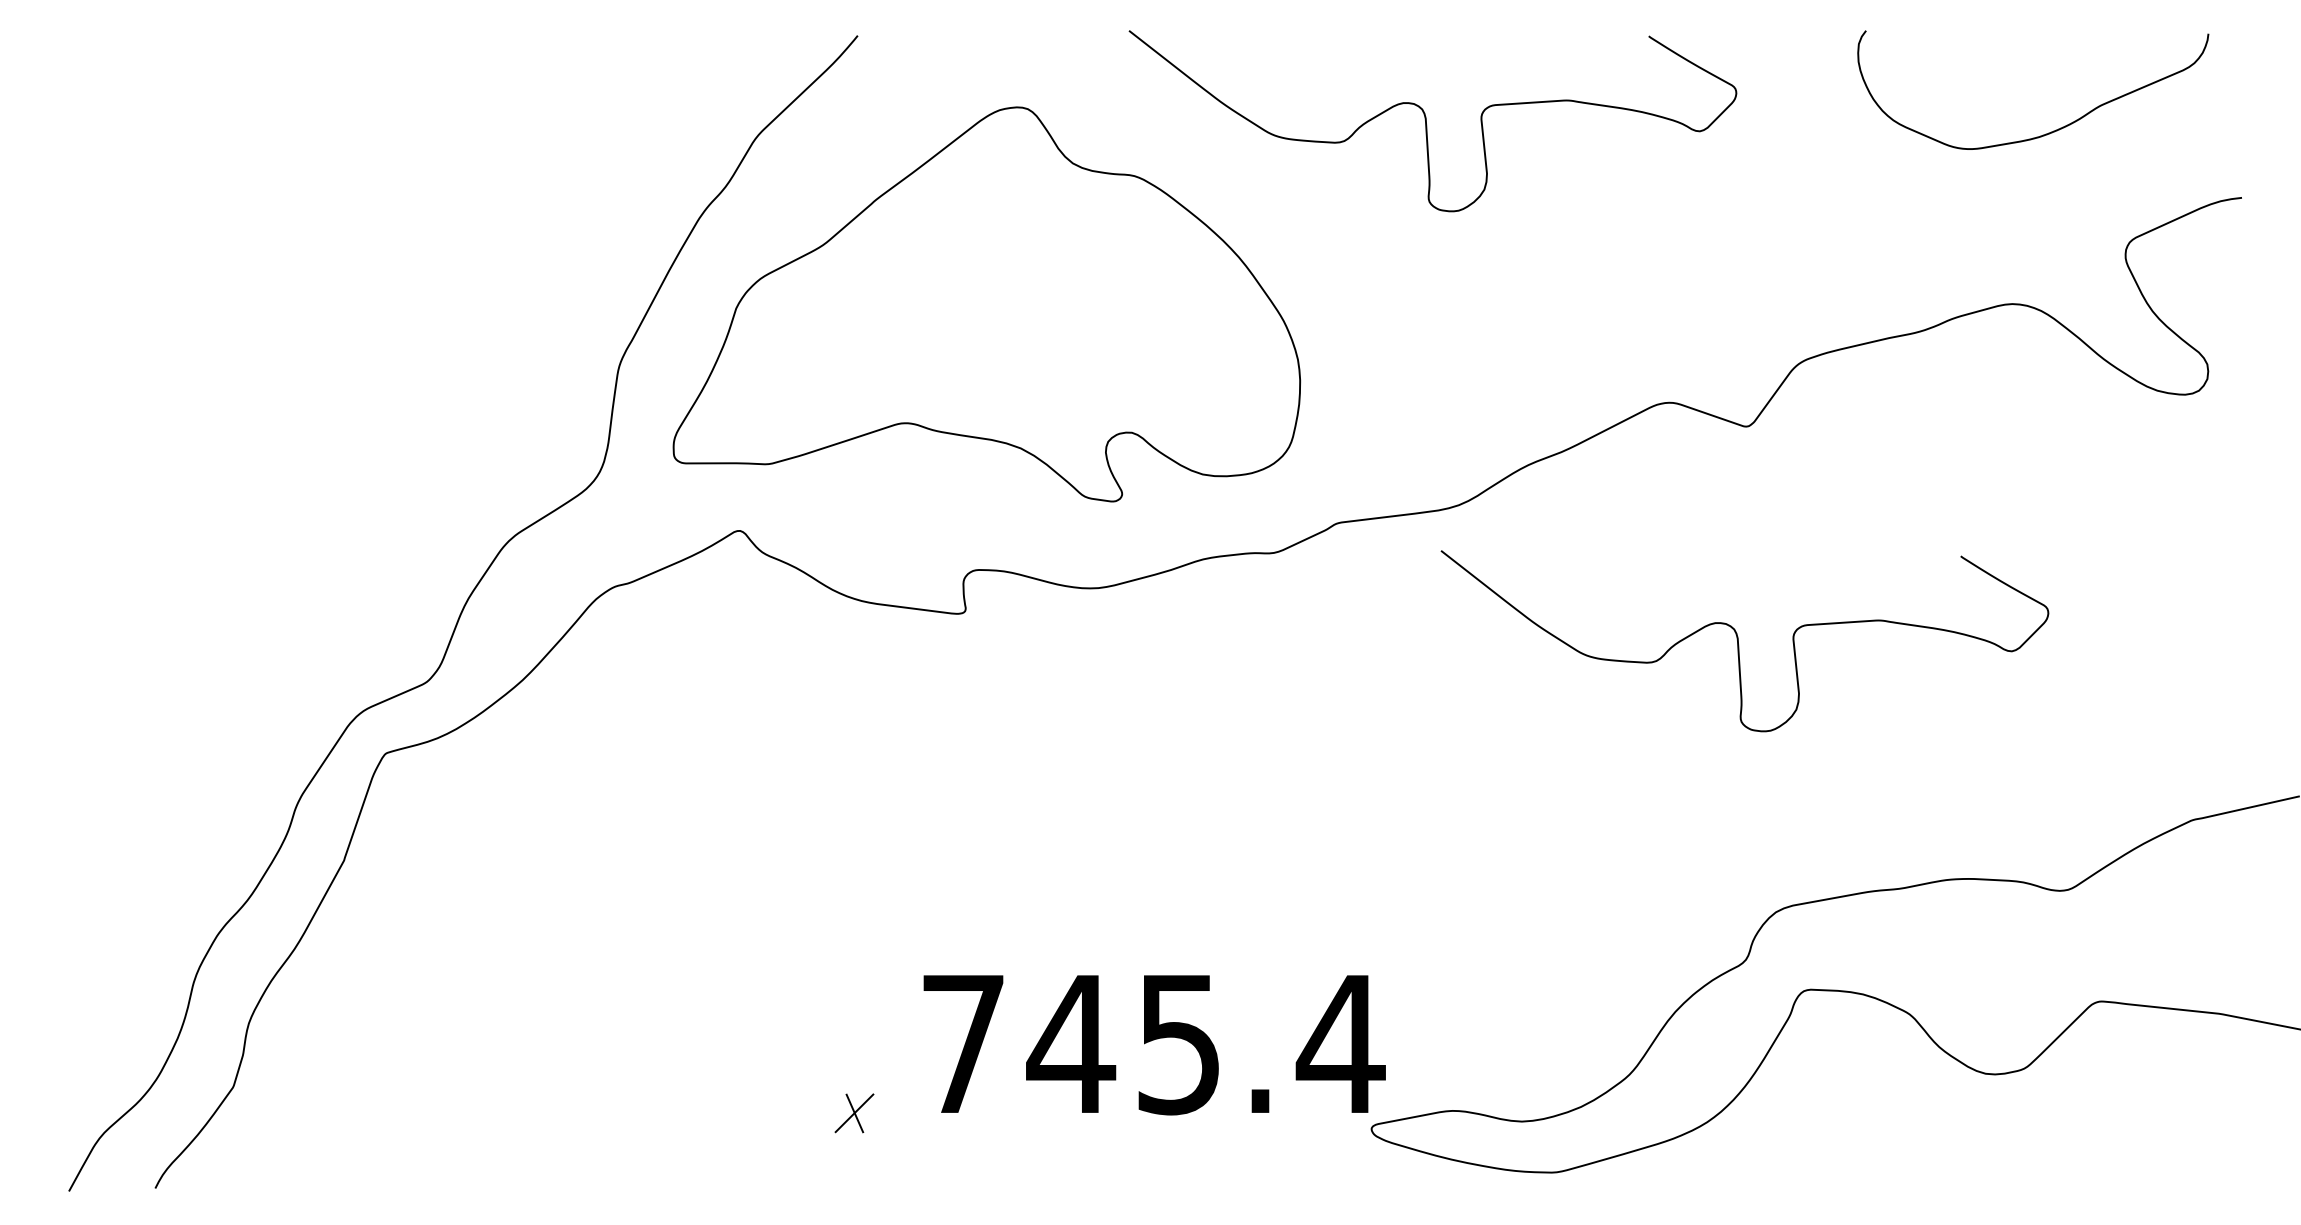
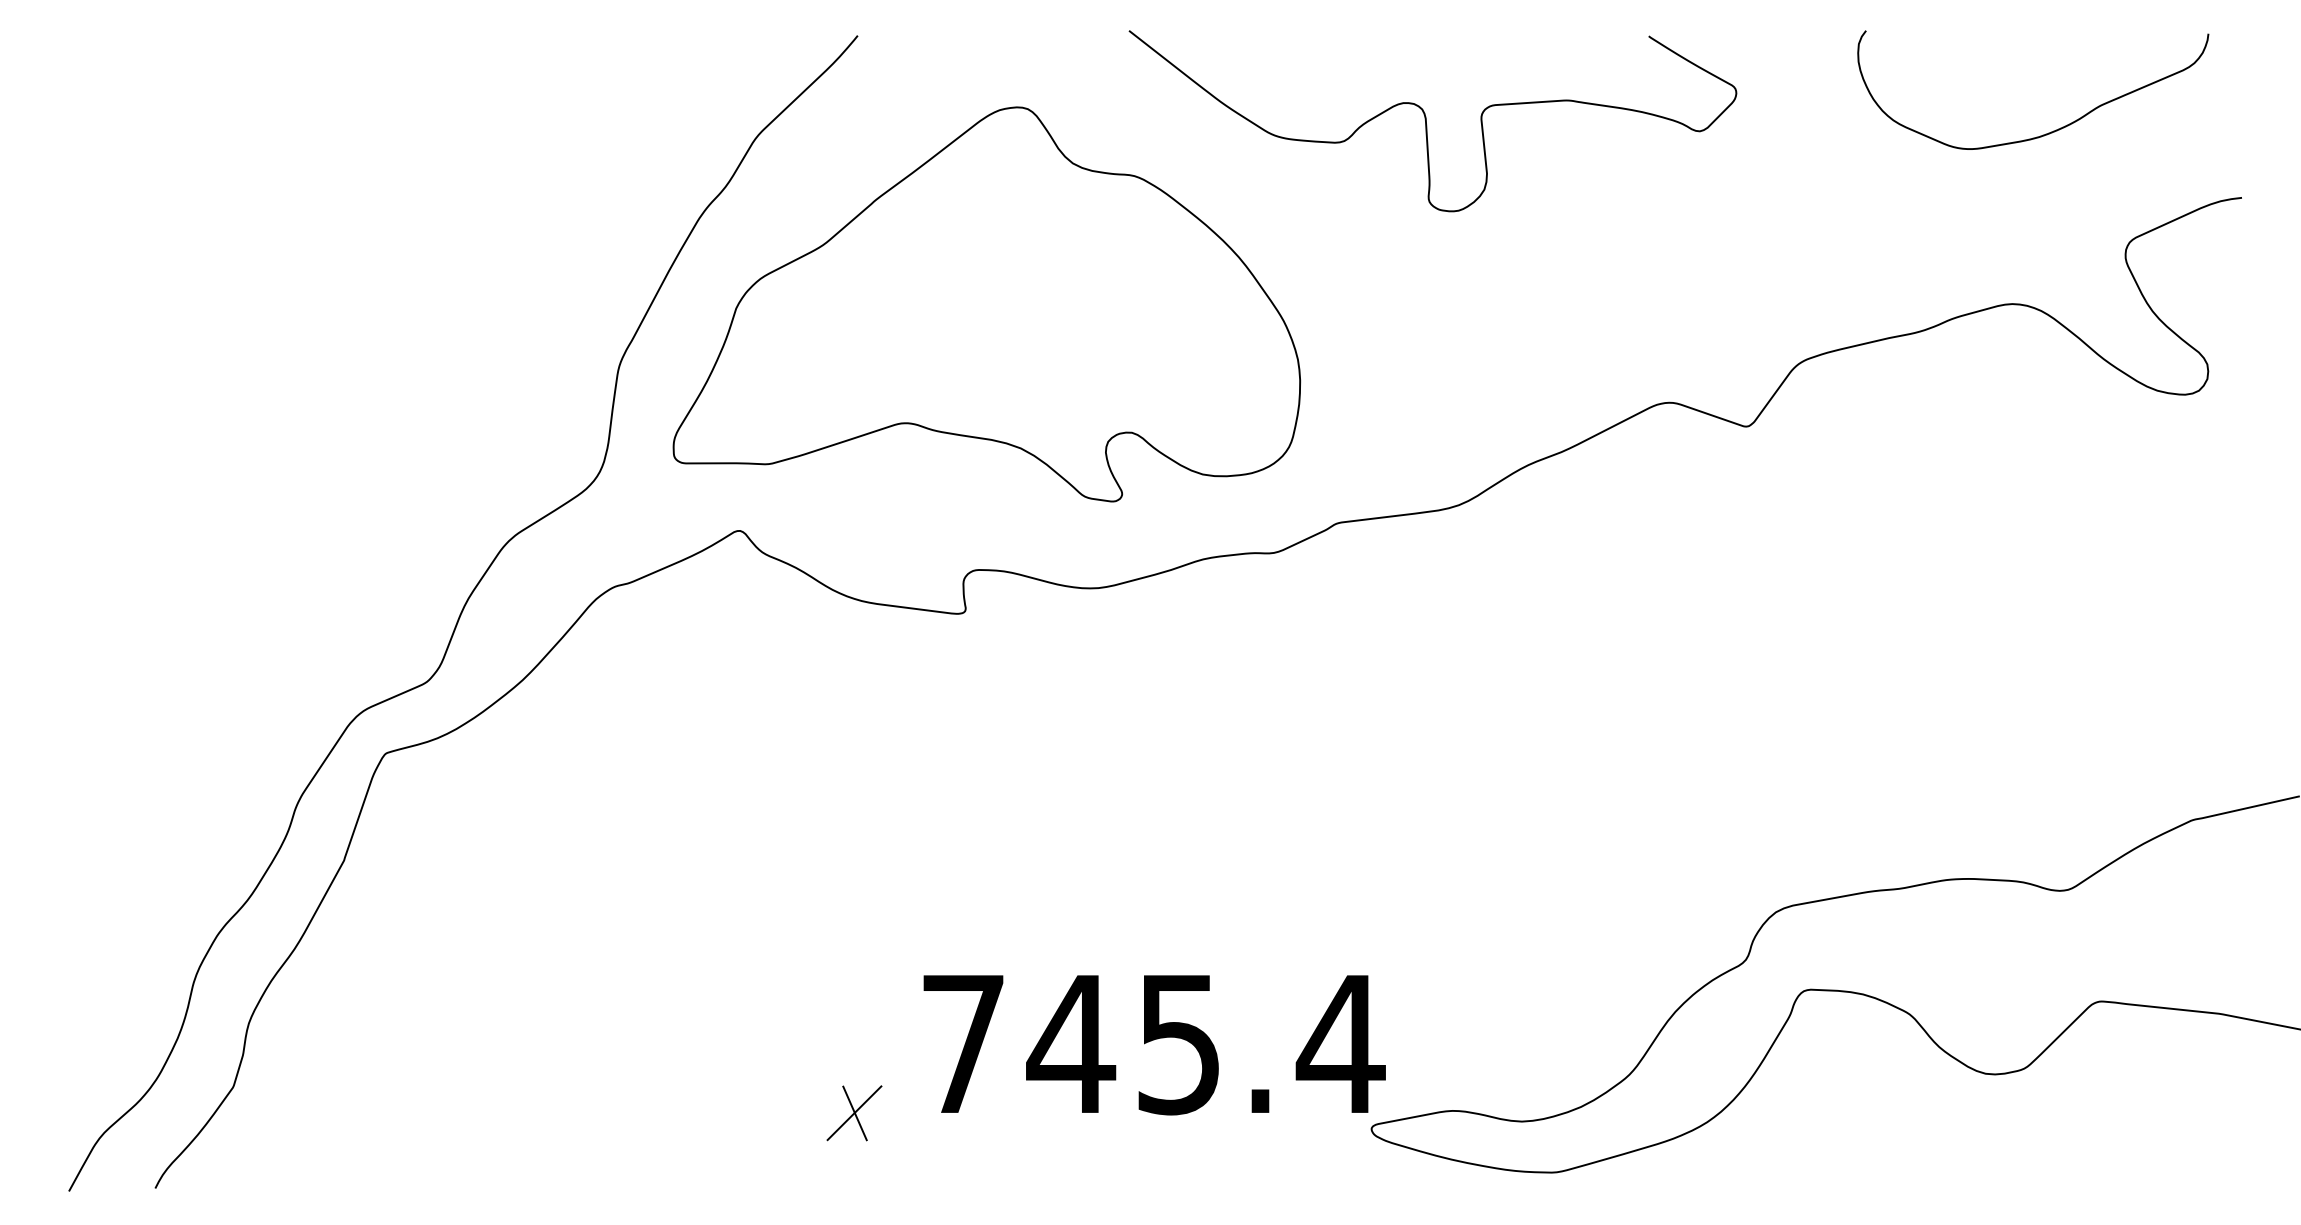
curve at (1738, 641): present -> none
part at (854, 1113) size: 41x41 px -> 57x57 px
